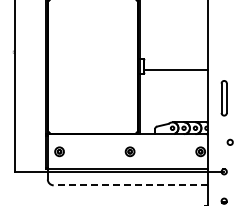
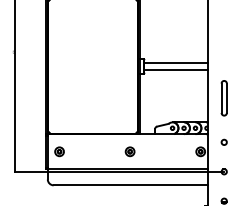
line at (175, 63): none -> present
circle at (229, 141) position: (229, 141) -> (223, 141)
line at (130, 185): dashed -> solid
